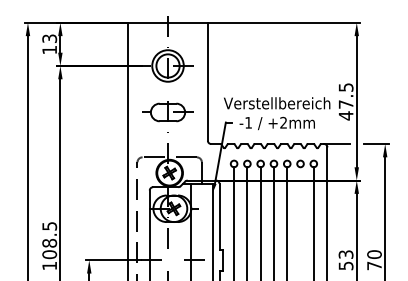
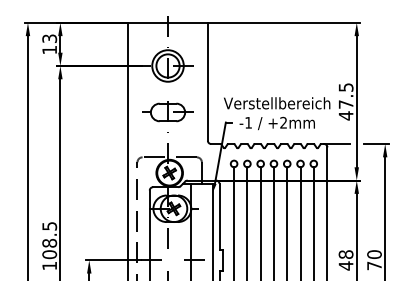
line at (300, 222): none -> present
text at (345, 260): 53 -> 48
